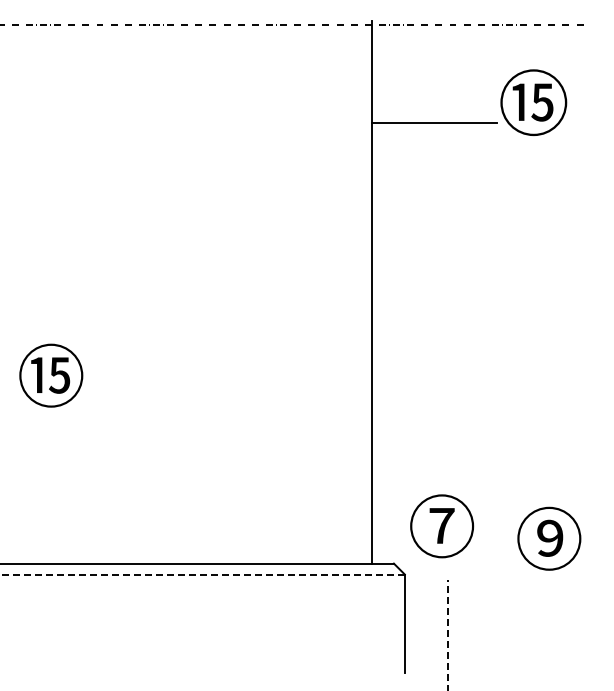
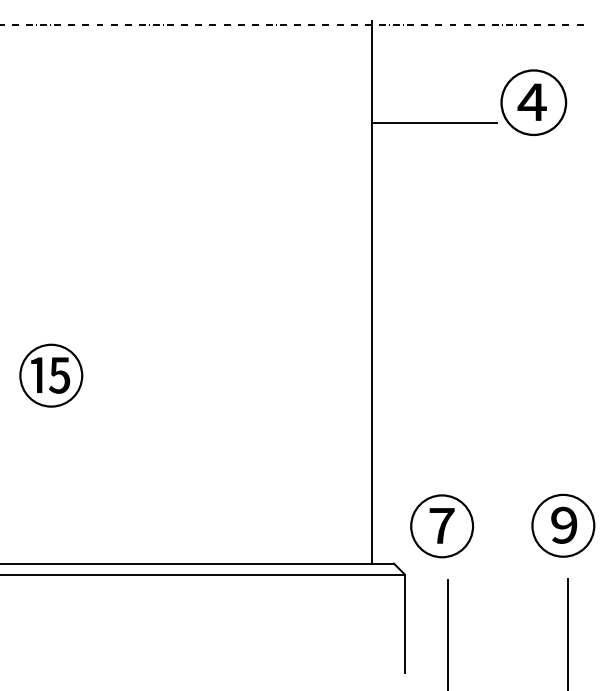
text at (532, 102): ⑮ -> ④
text at (549, 538) position: (549, 538) -> (563, 525)
line at (202, 574): dashed -> solid
line at (568, 632): none -> present
line at (447, 634): dashed -> solid
